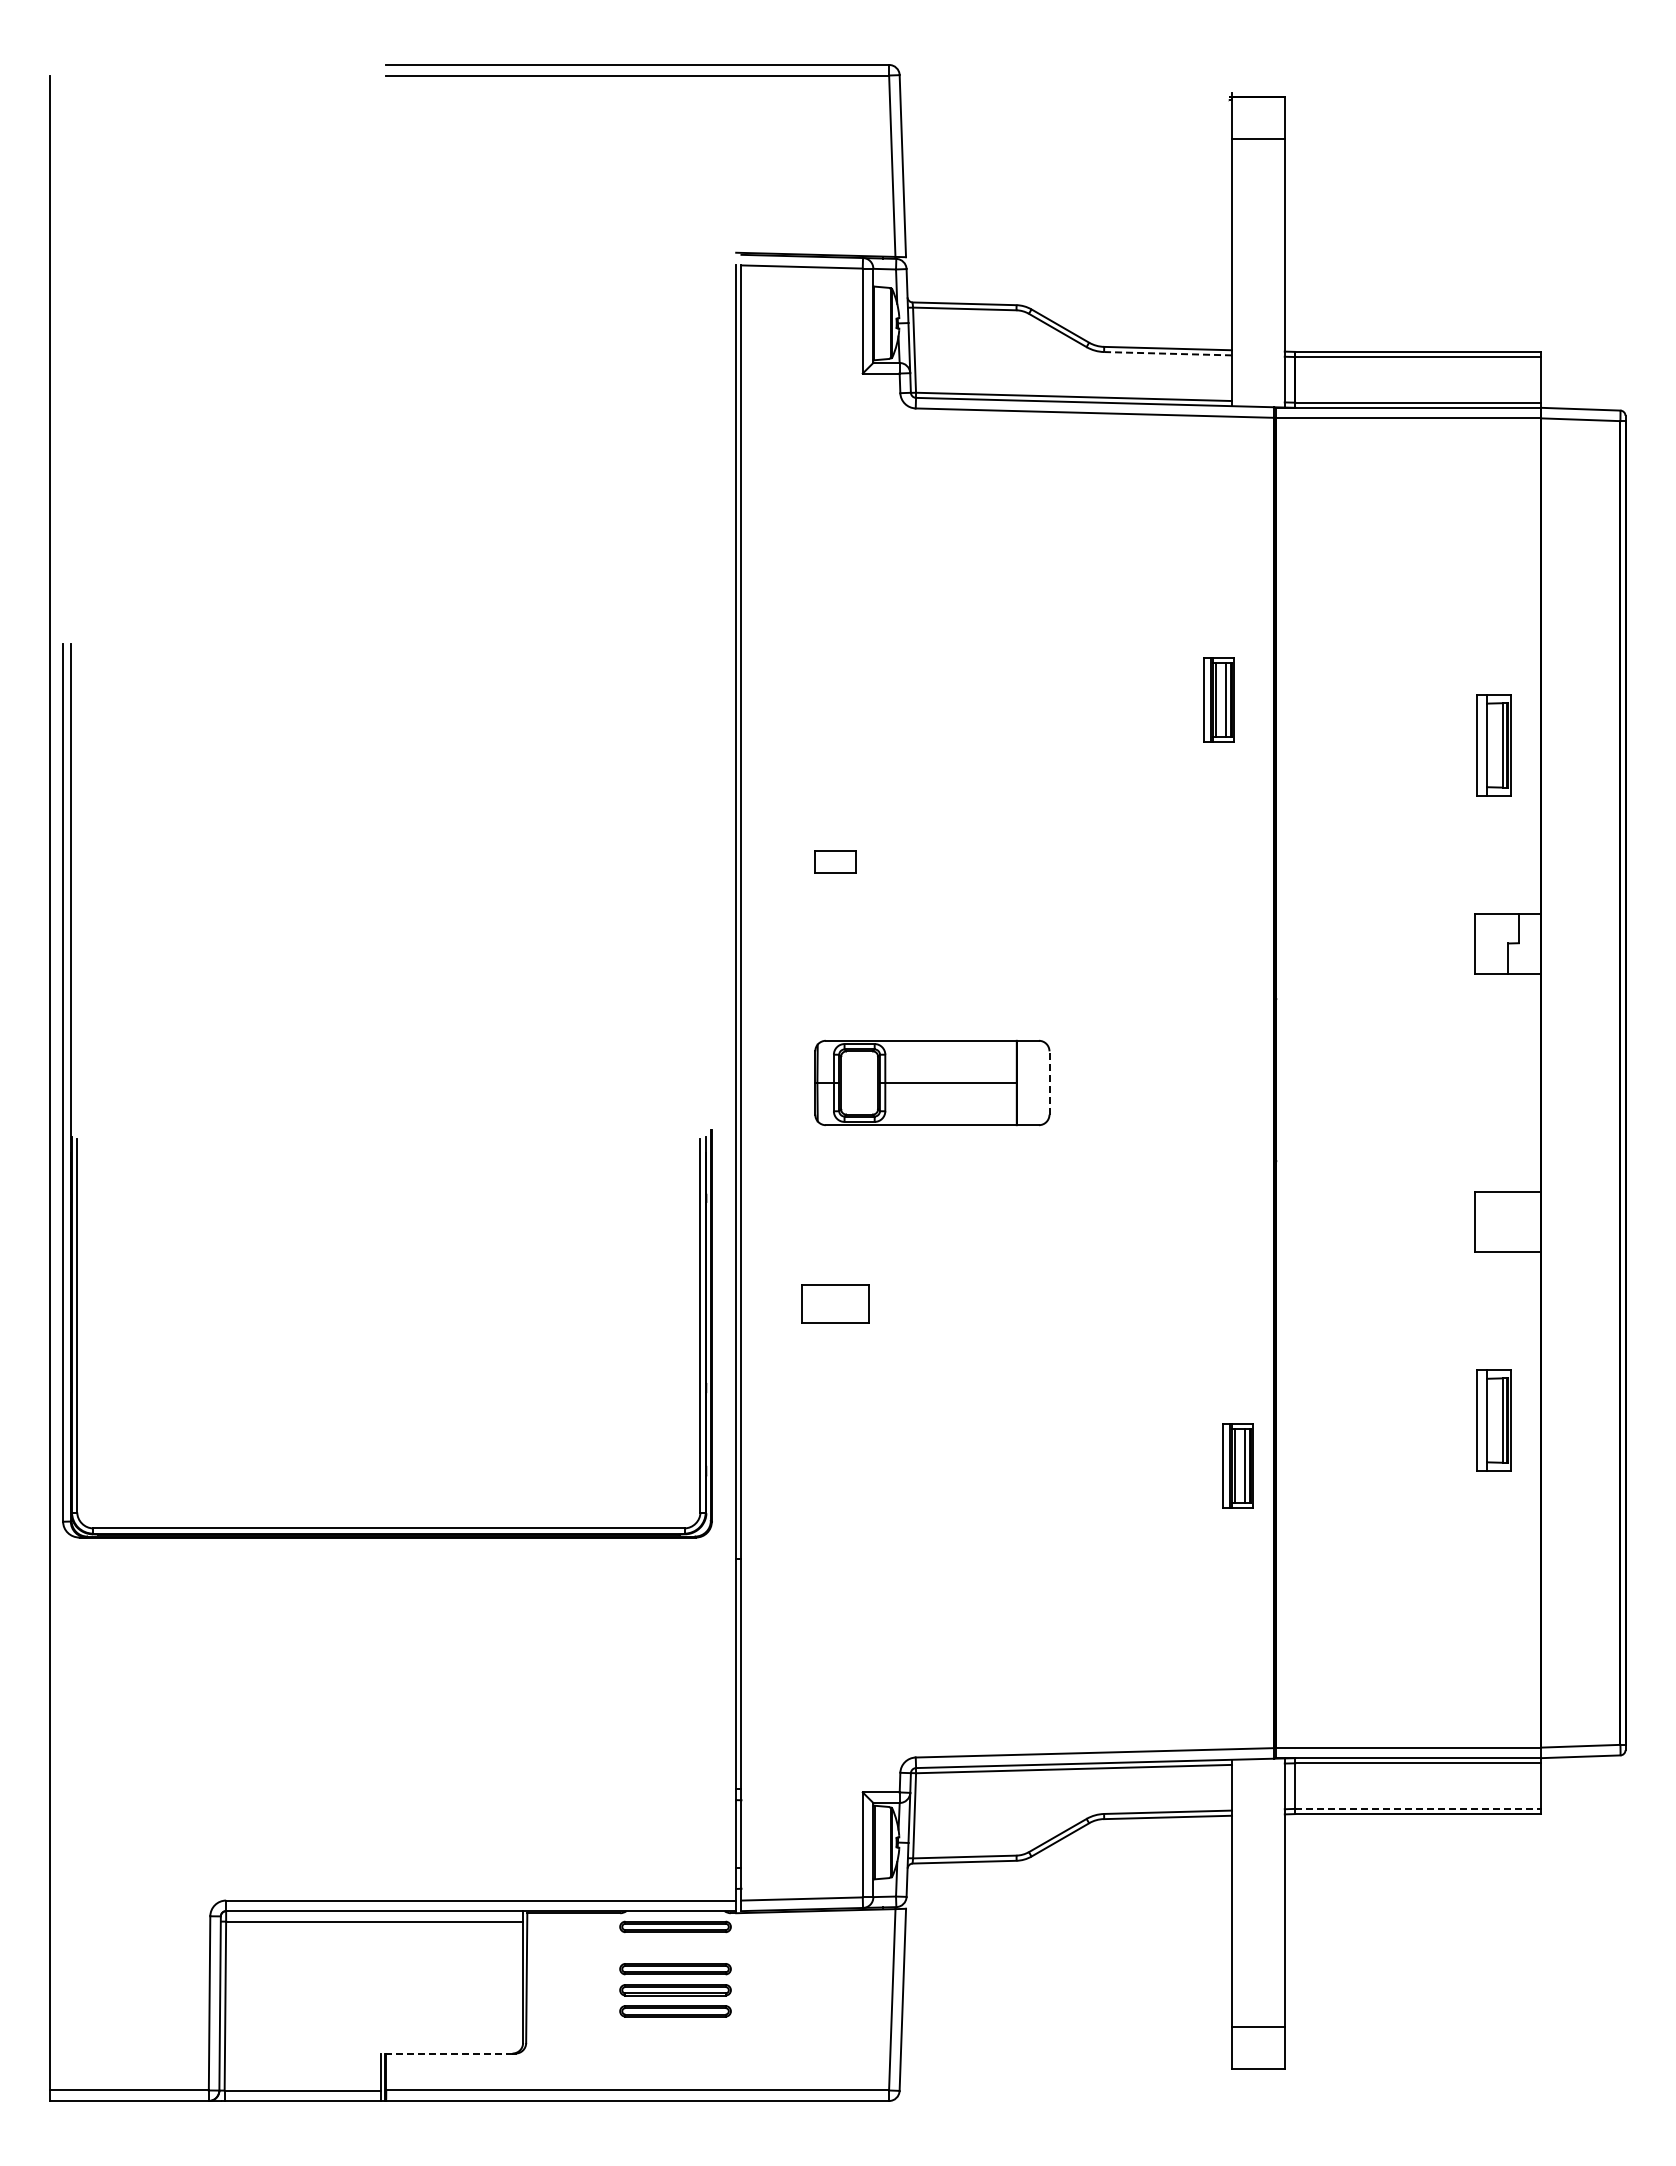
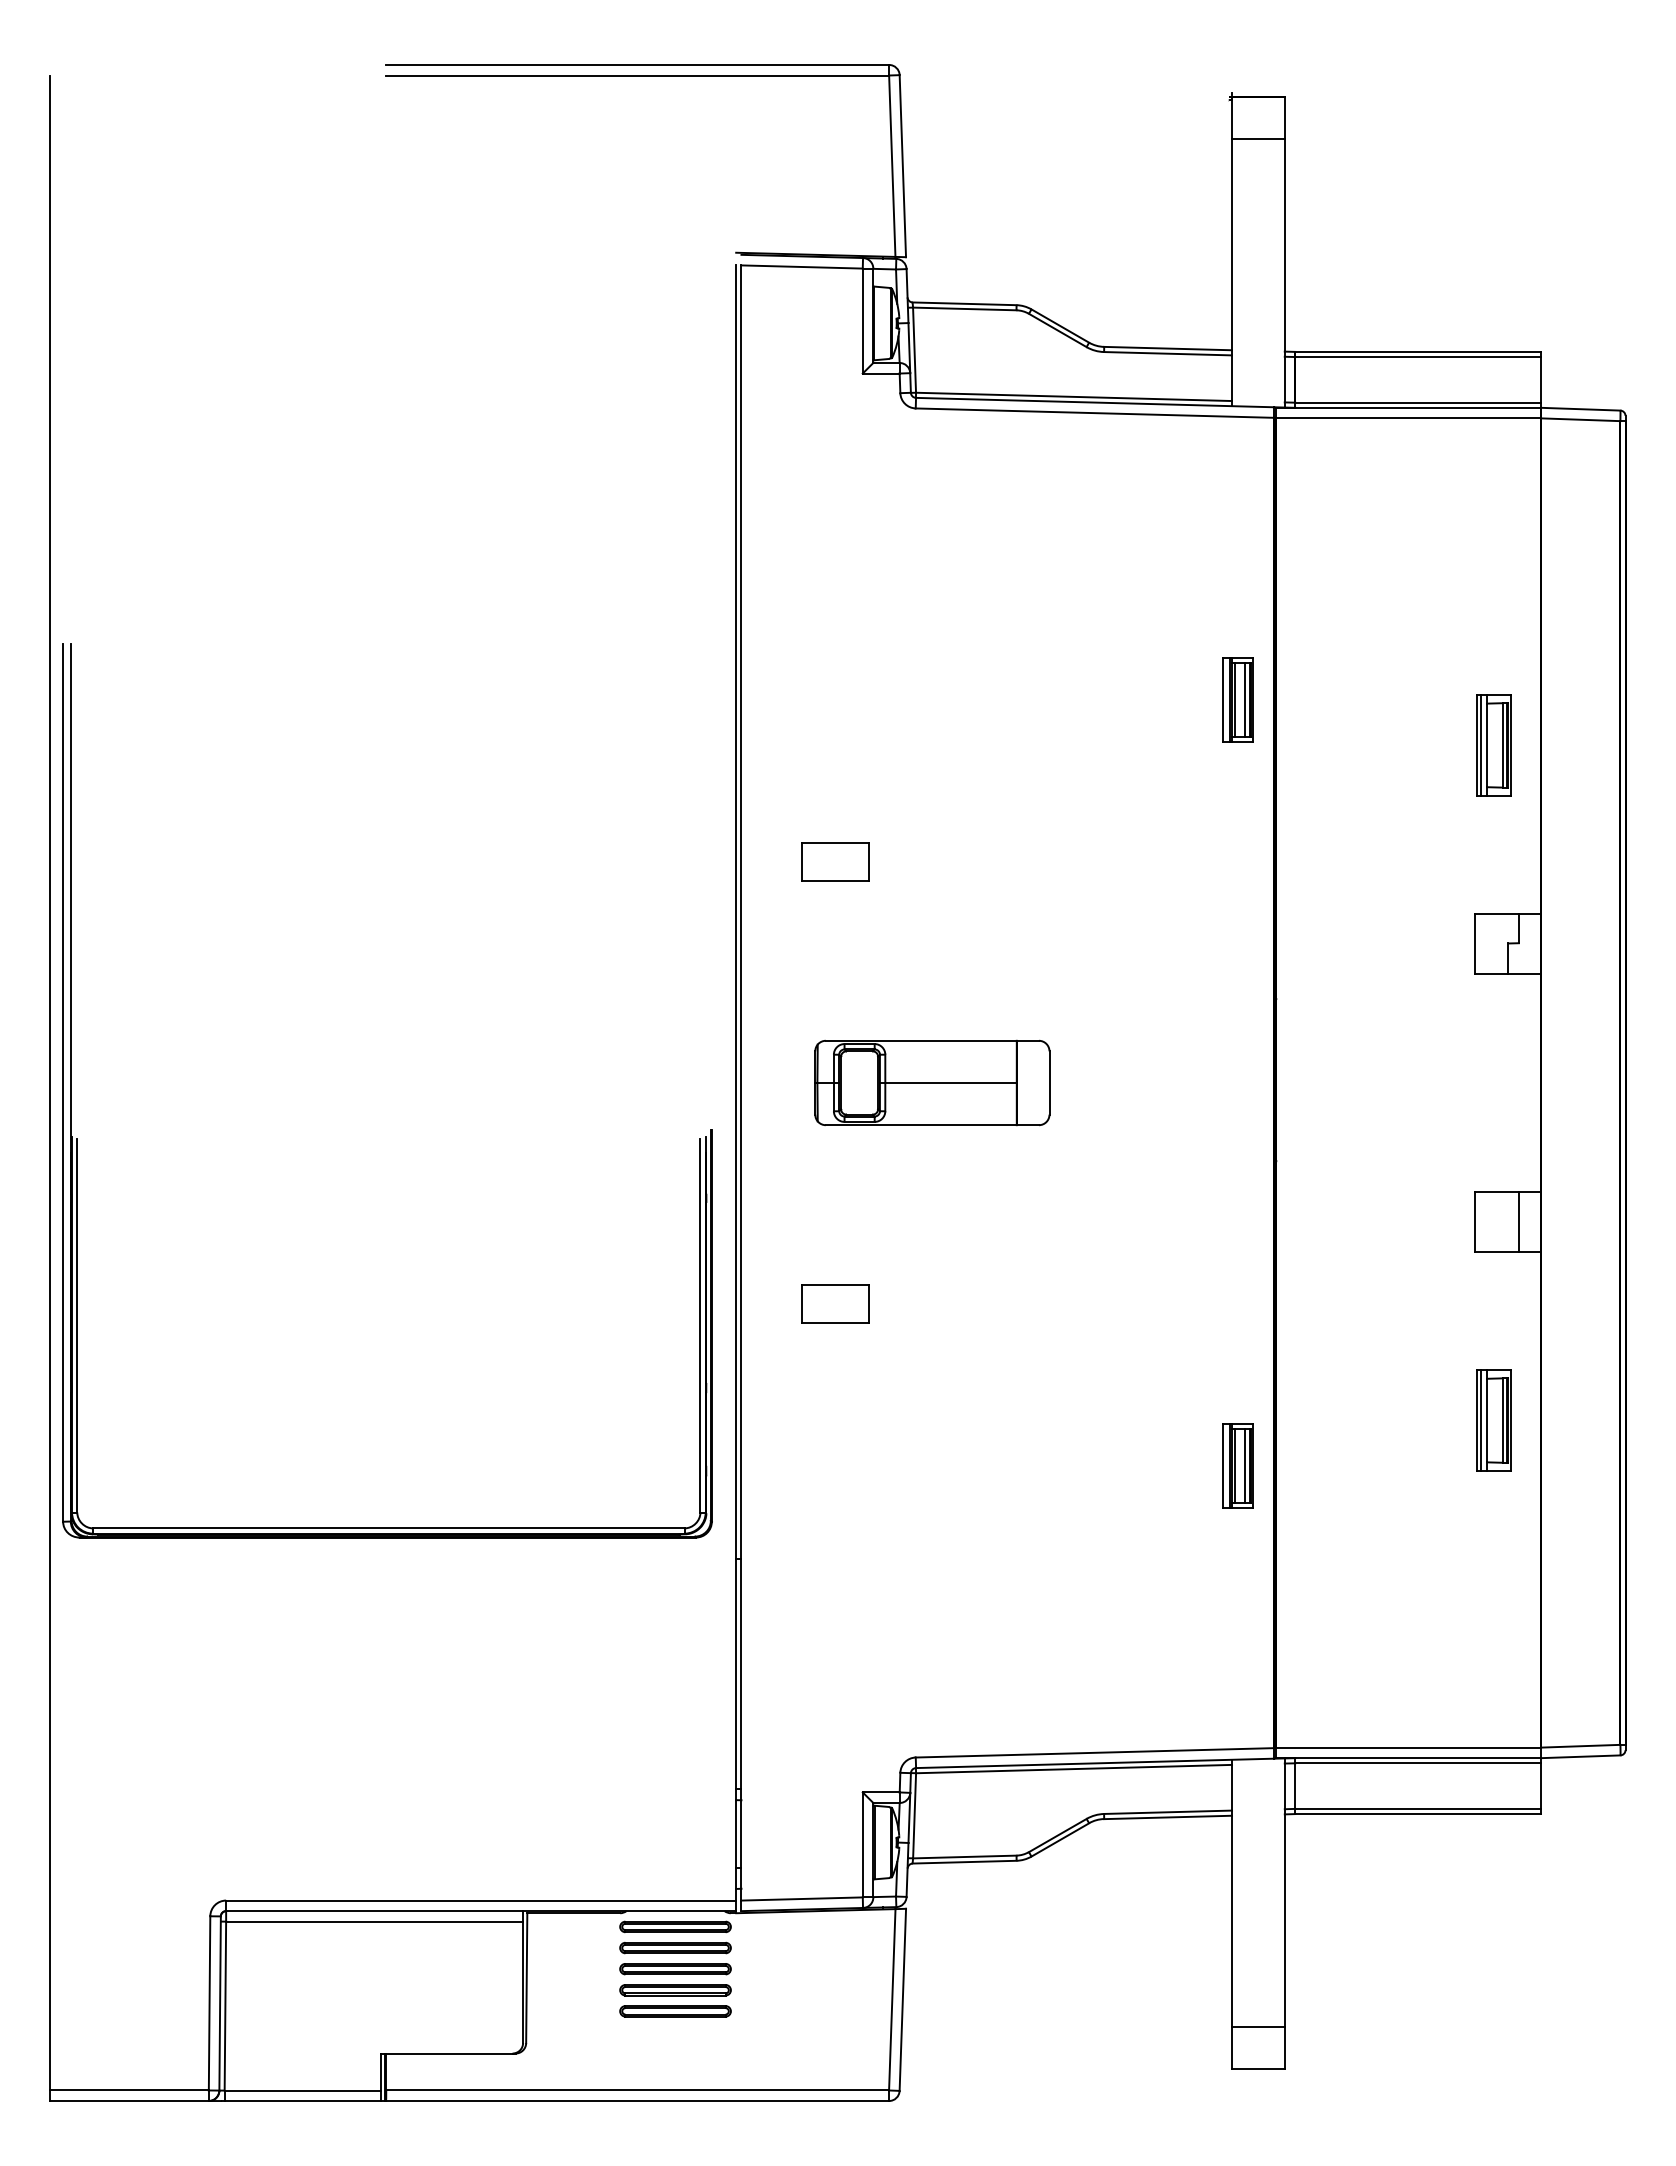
line at (1168, 353): dashed -> solid
part at (1218, 699) position: (1218, 699) -> (1237, 699)
line at (1481, 745): none -> present
part at (835, 861) size: 43x24 px -> 69x40 px
line at (1049, 1083): dashed -> solid
line at (1518, 1221): none -> present
line at (1481, 1420): none -> present
line at (1418, 1808): dashed -> solid
part at (675, 1947): none -> present
line at (446, 2053): dashed -> solid
